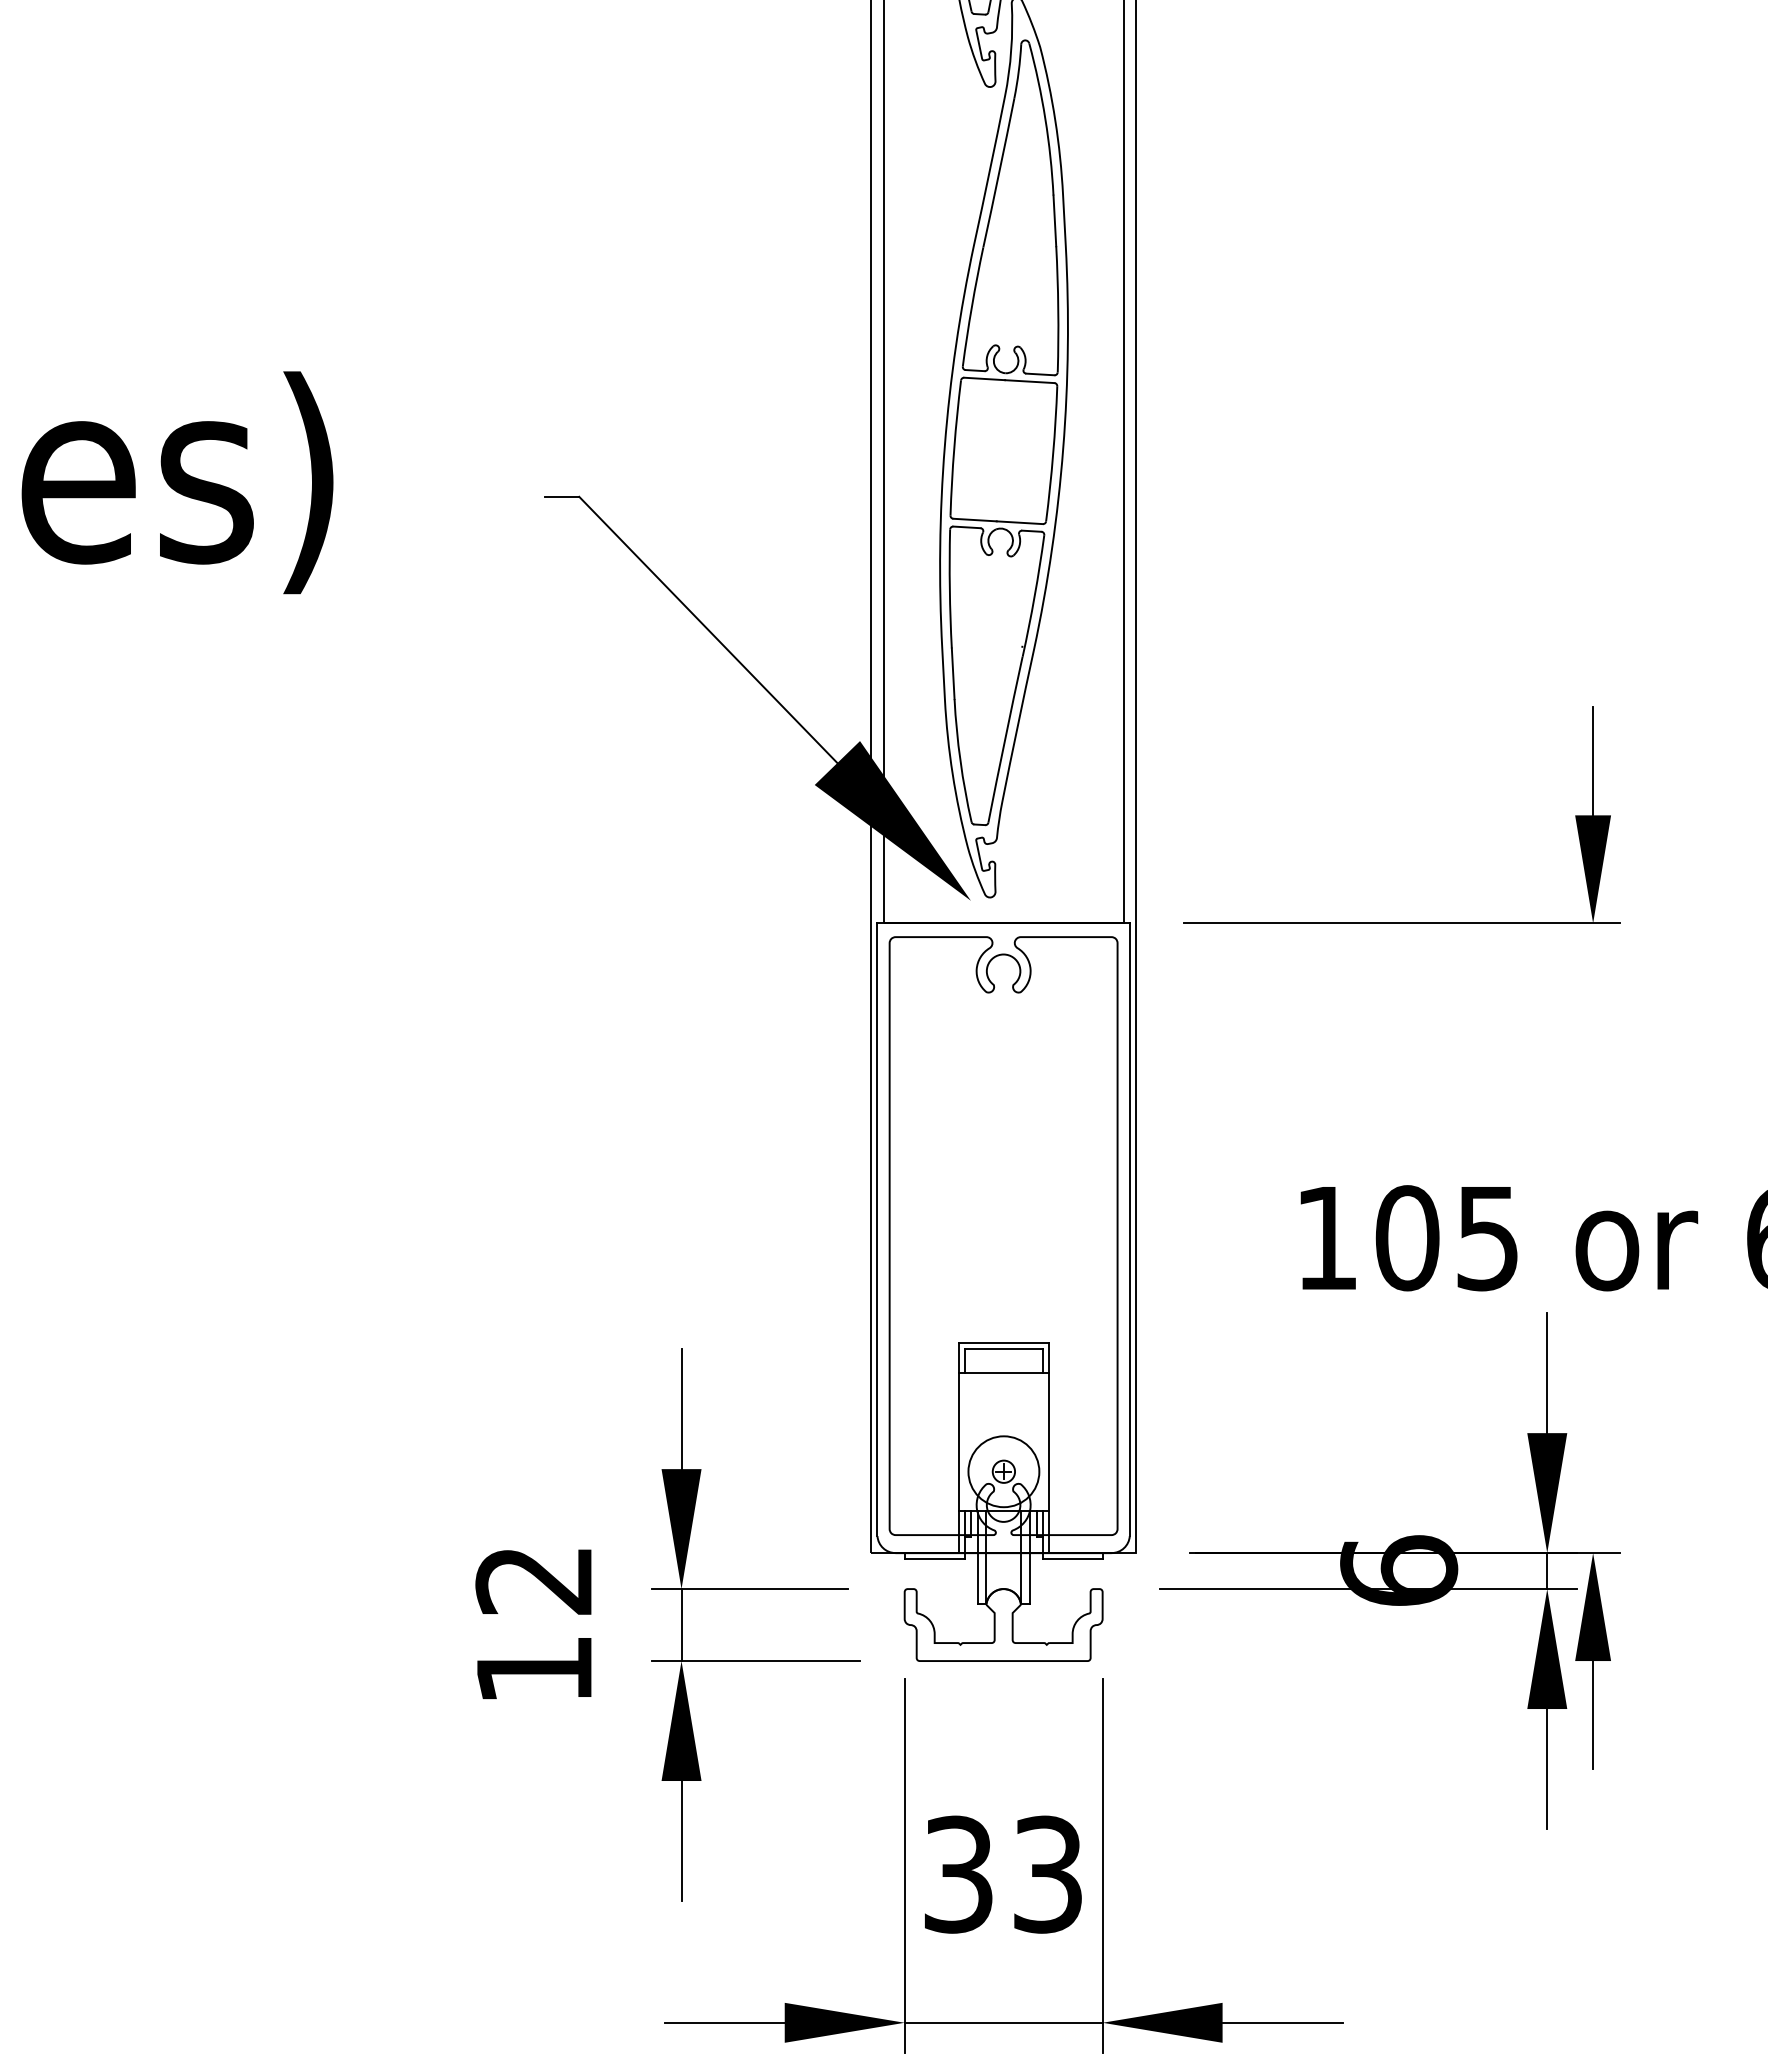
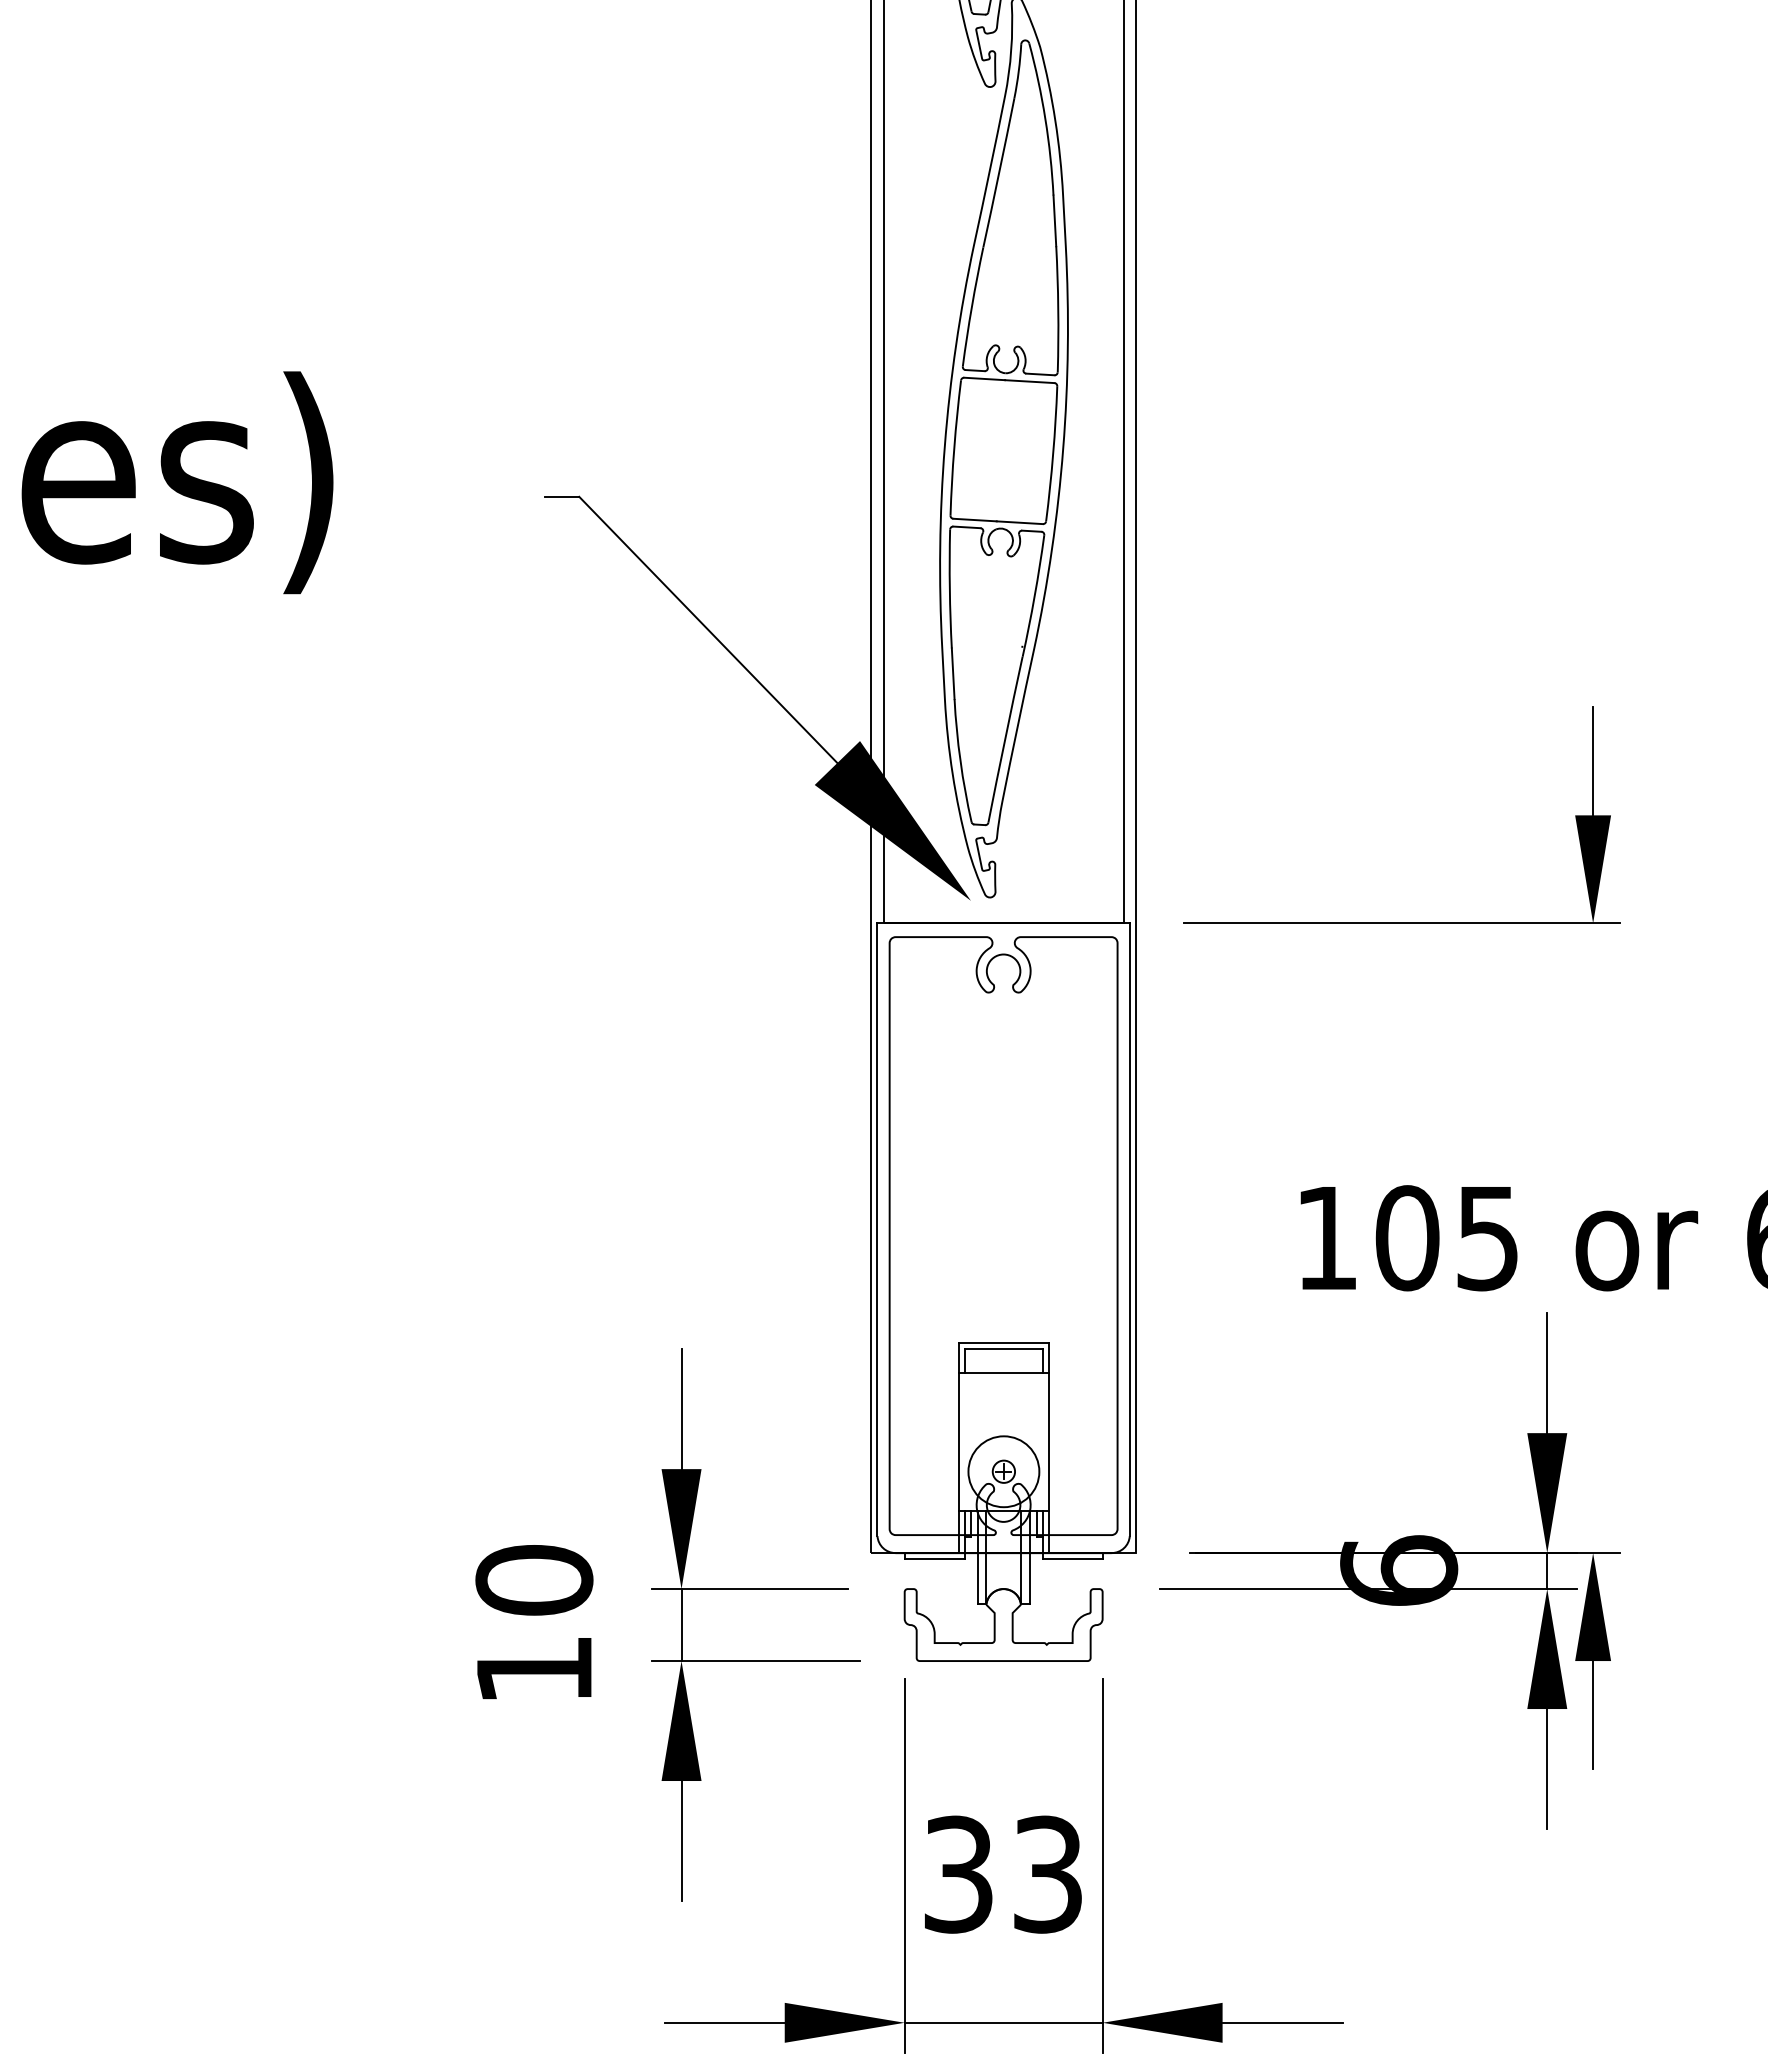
text at (534, 1580): 12 -> 10
